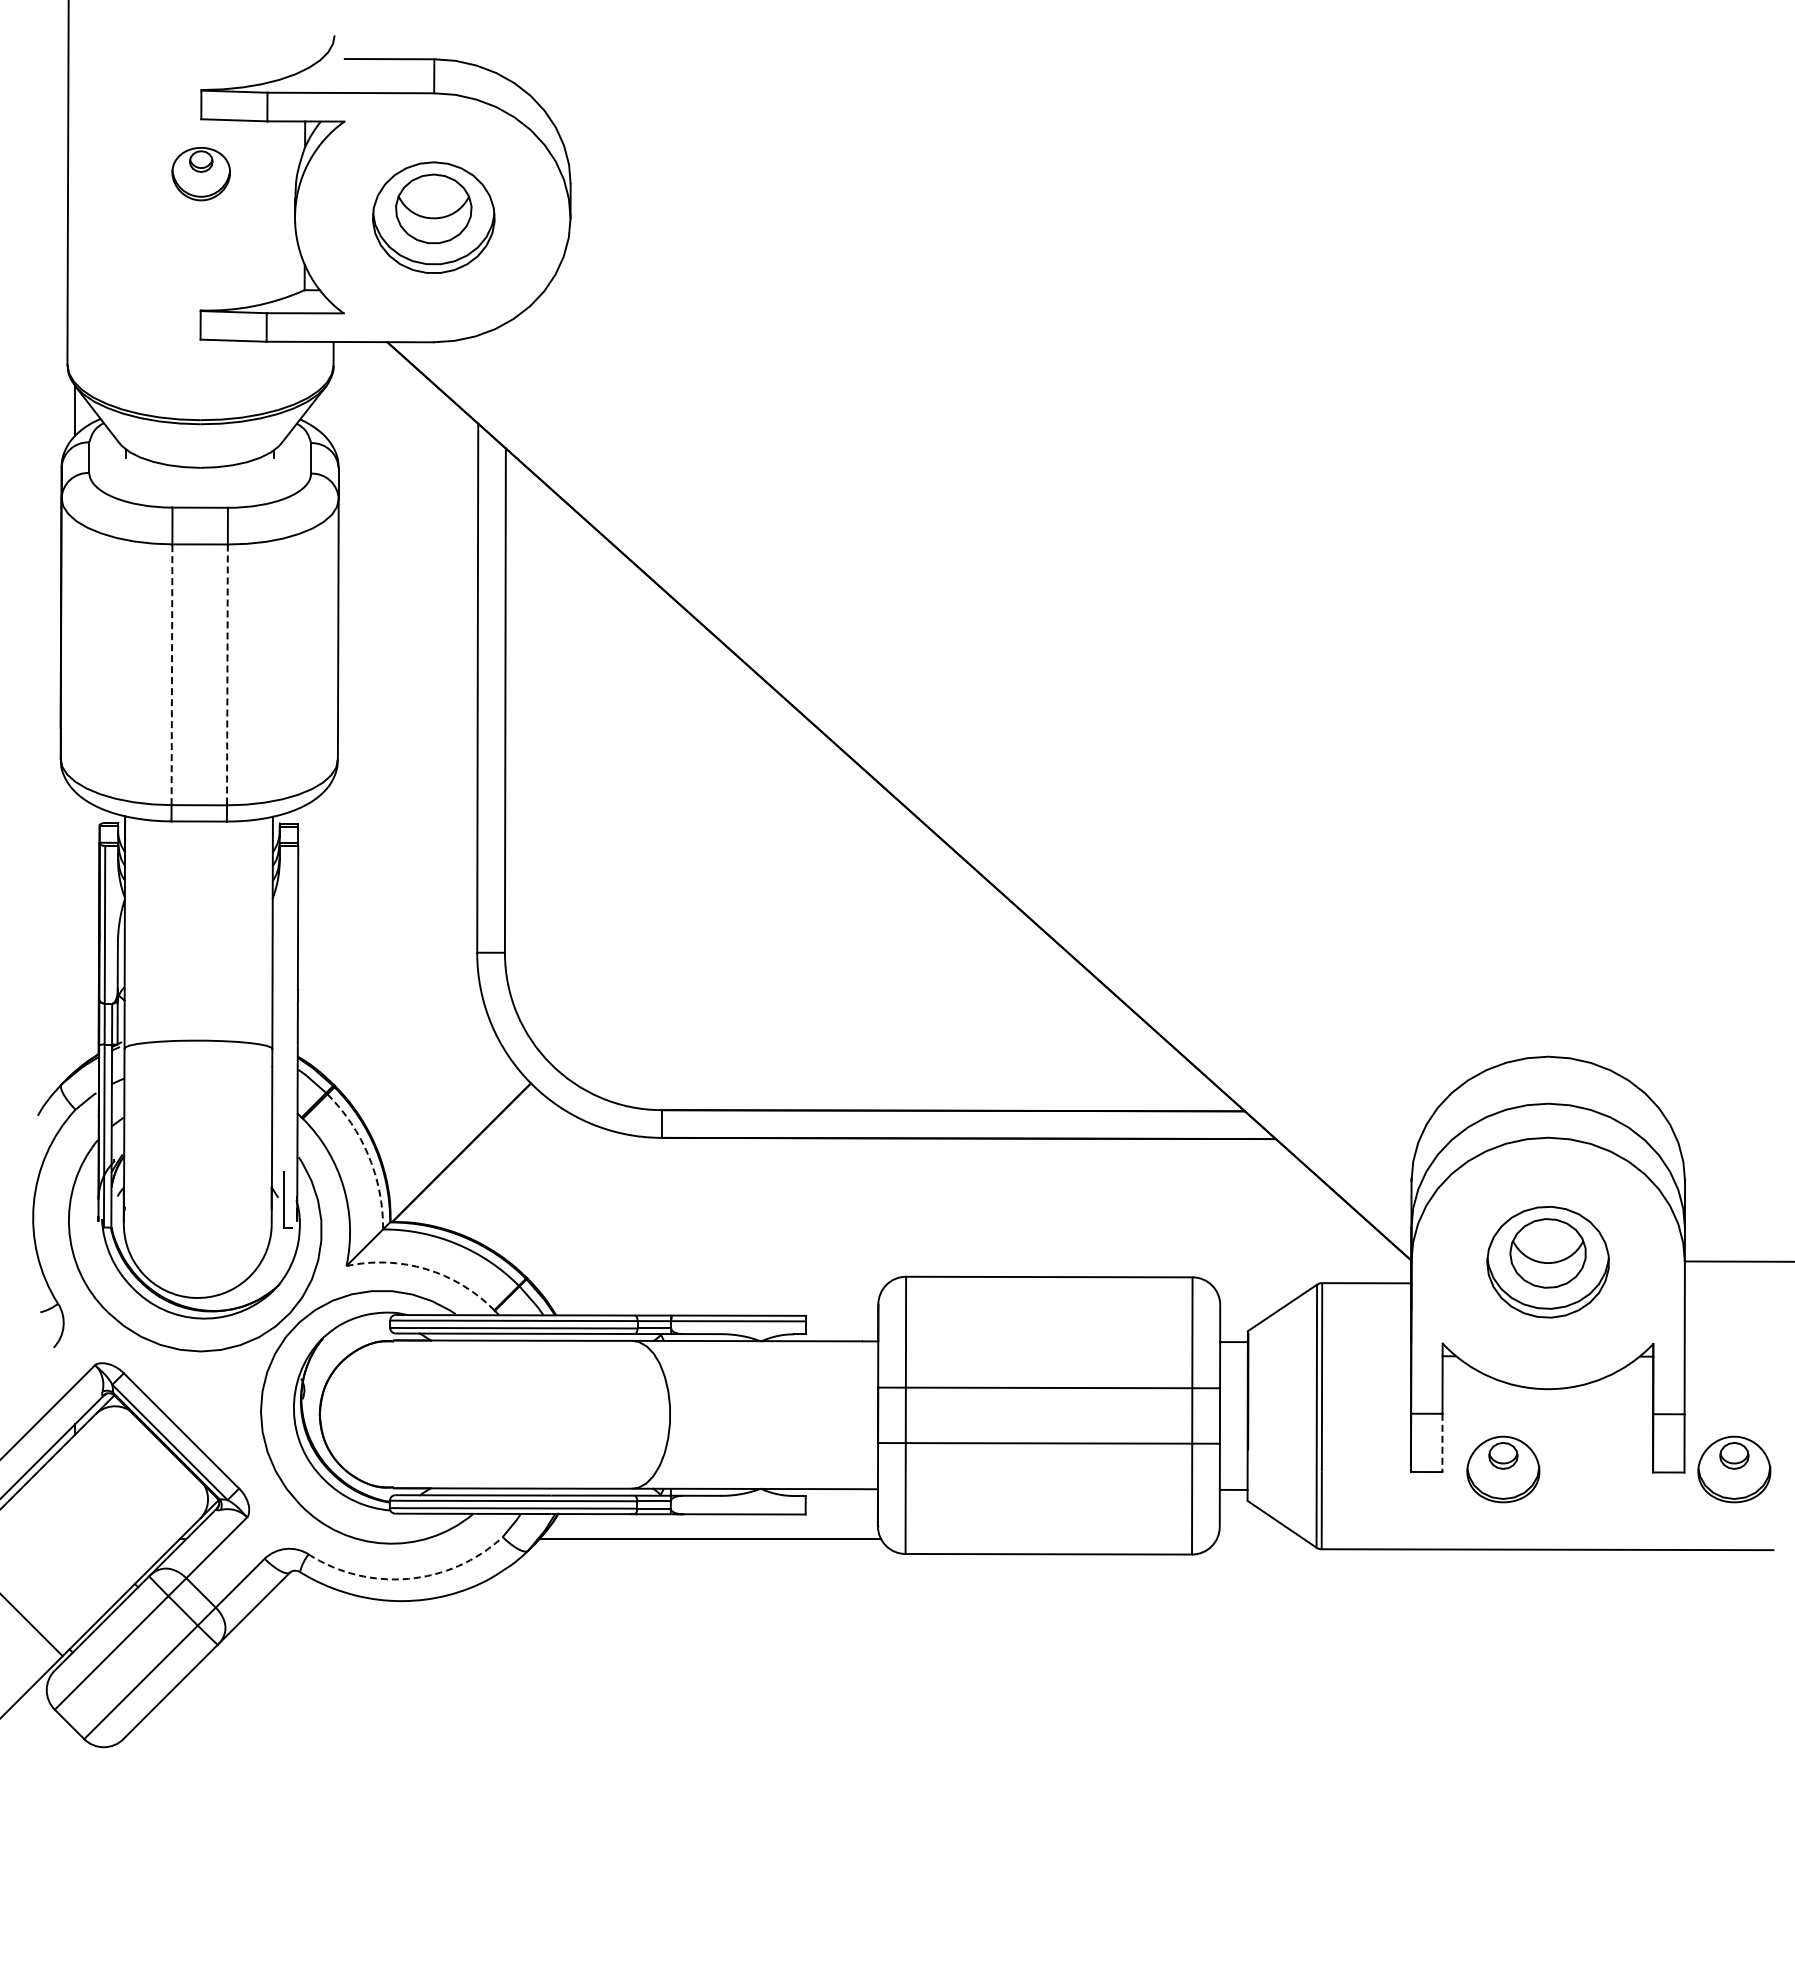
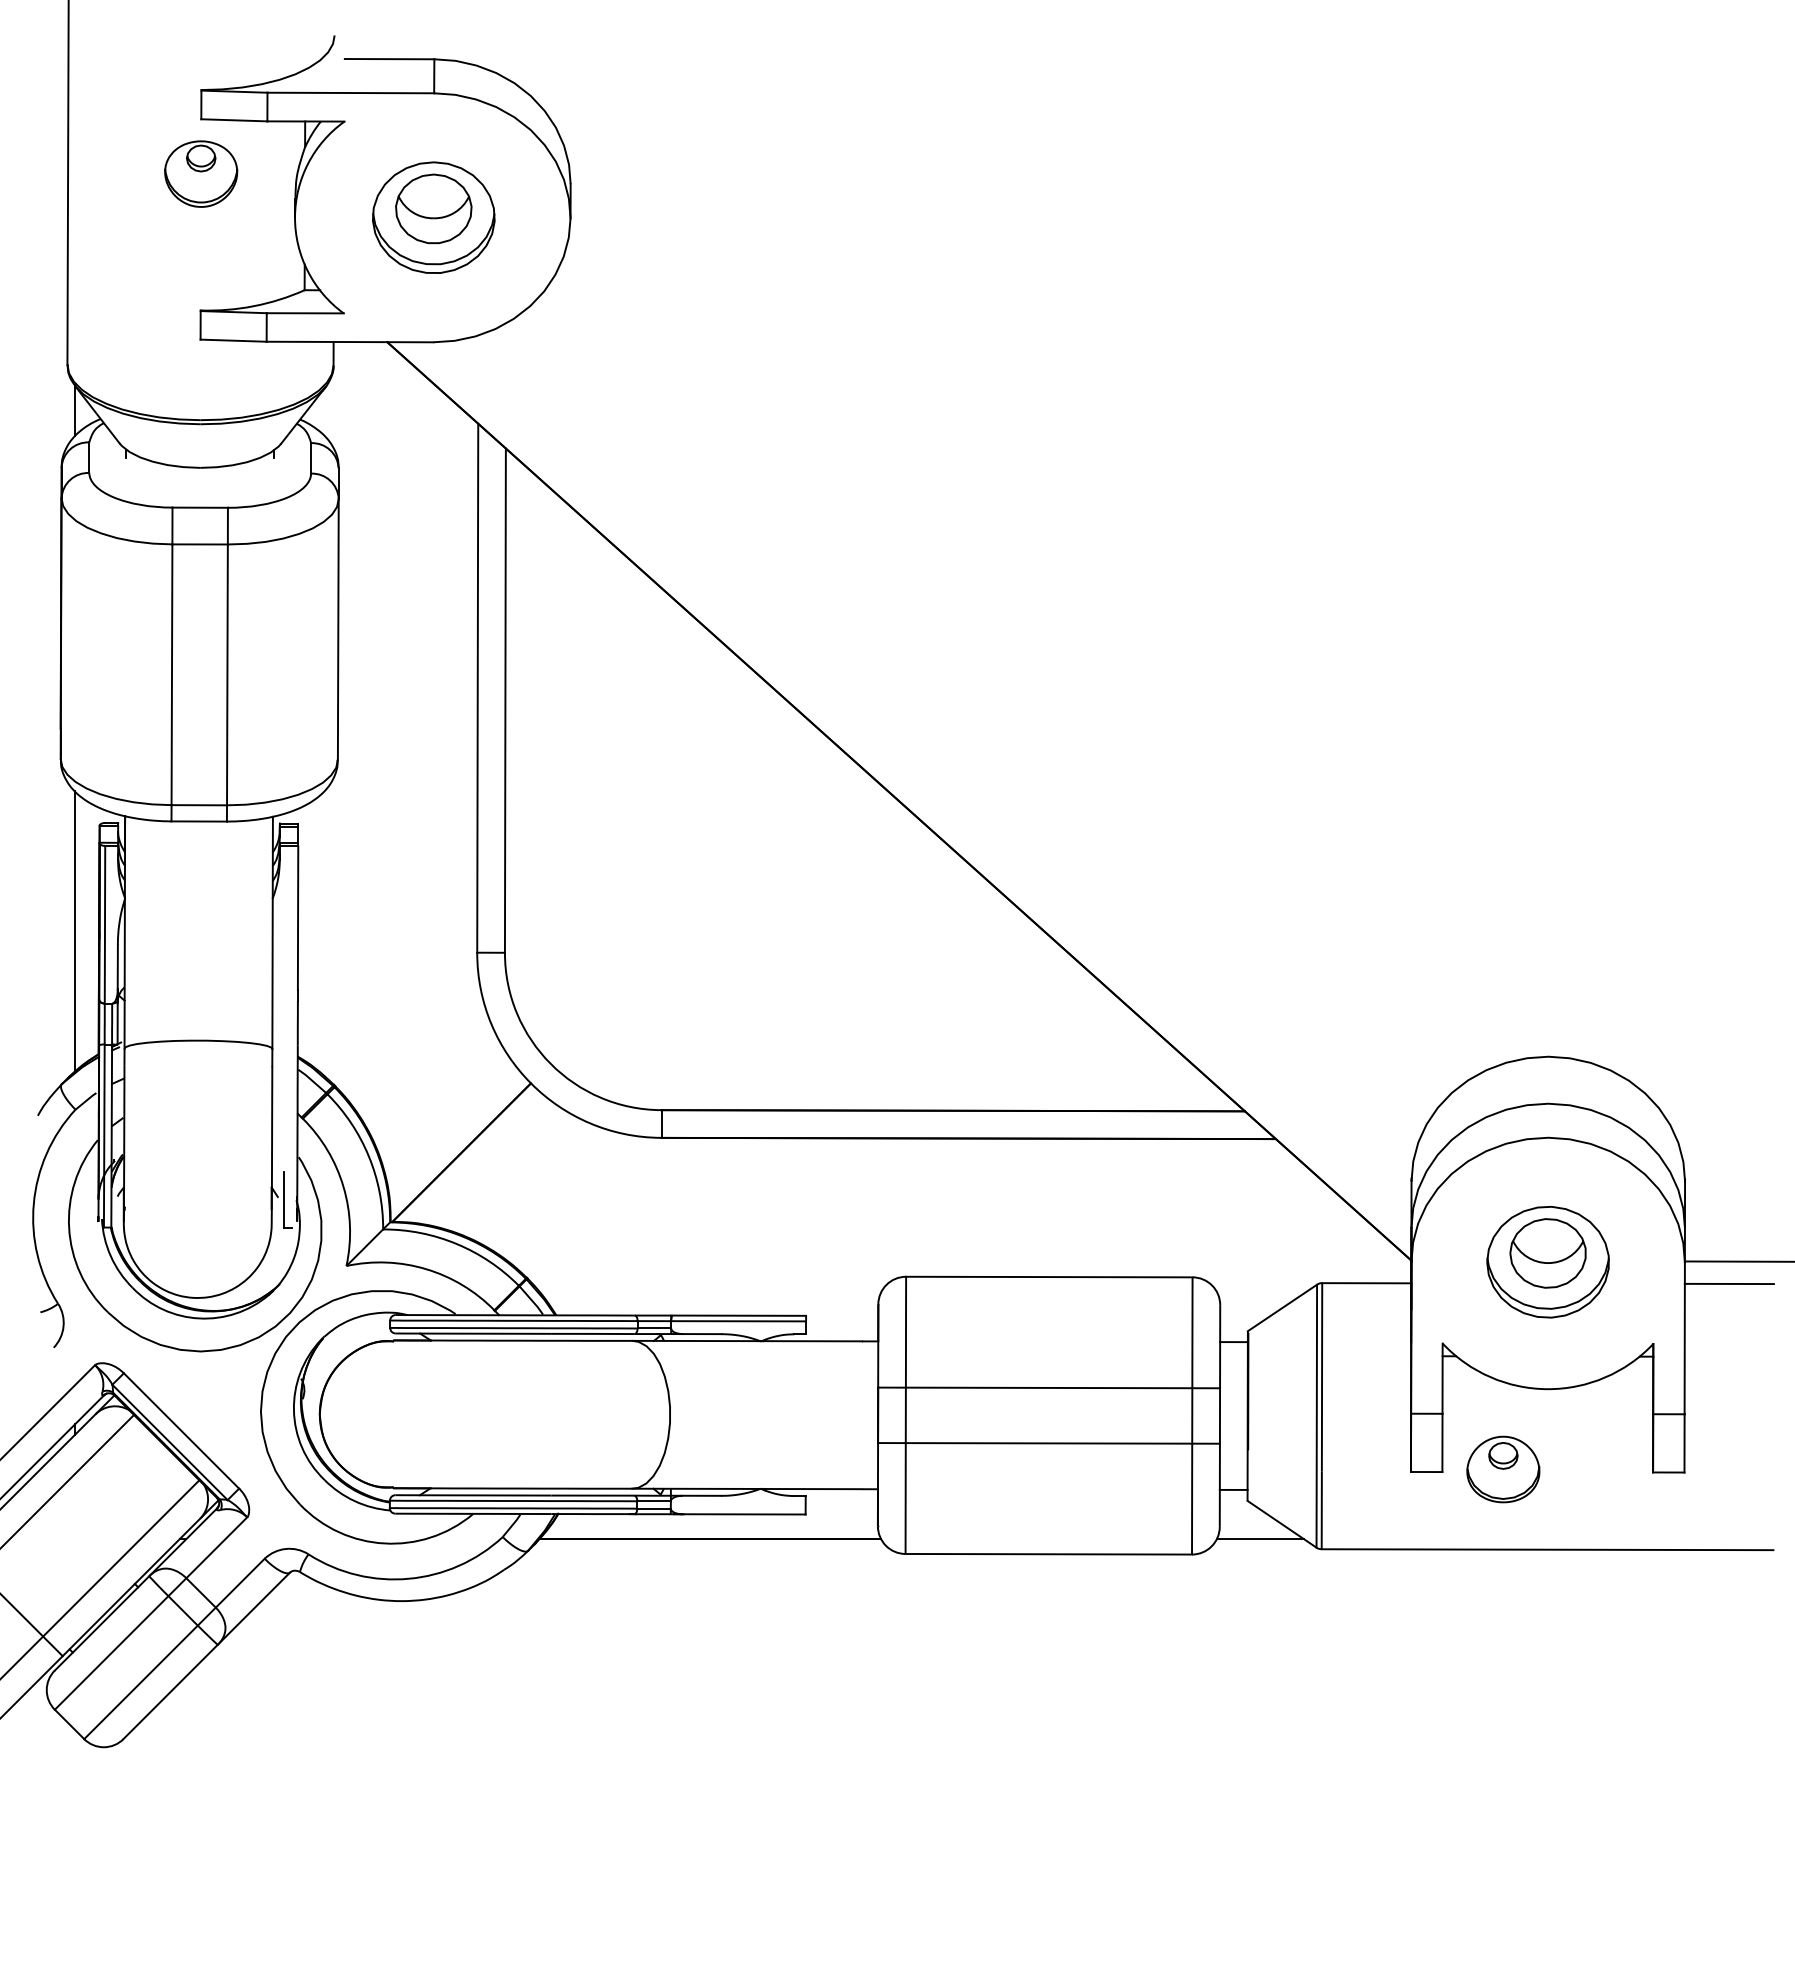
part at (200, 174) size: 60x55 px -> 75x68 px
line at (172, 674): dashed -> solid
line at (227, 675): dashed -> solid
line at (75, 931): none -> present
arc at (368, 1156): dashed -> solid
arc at (426, 1269): dashed -> solid
line at (1728, 1283): none -> present
line at (1442, 1443): dashed -> solid
part at (1734, 1469): present -> none
line at (67, 1480): none -> present
line at (1260, 1539): none -> present
line at (100, 1578): none -> present
arc at (408, 1578): dashed -> solid
